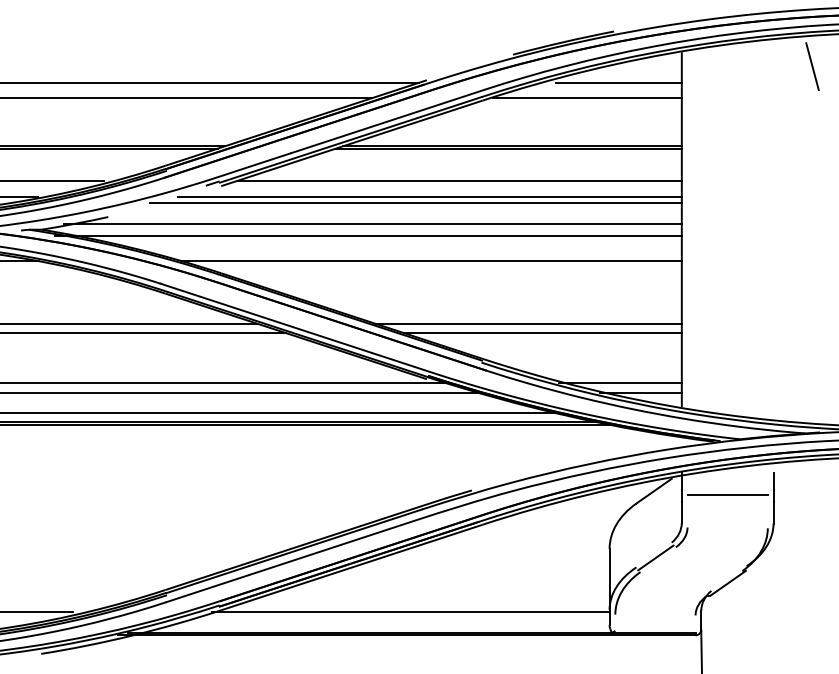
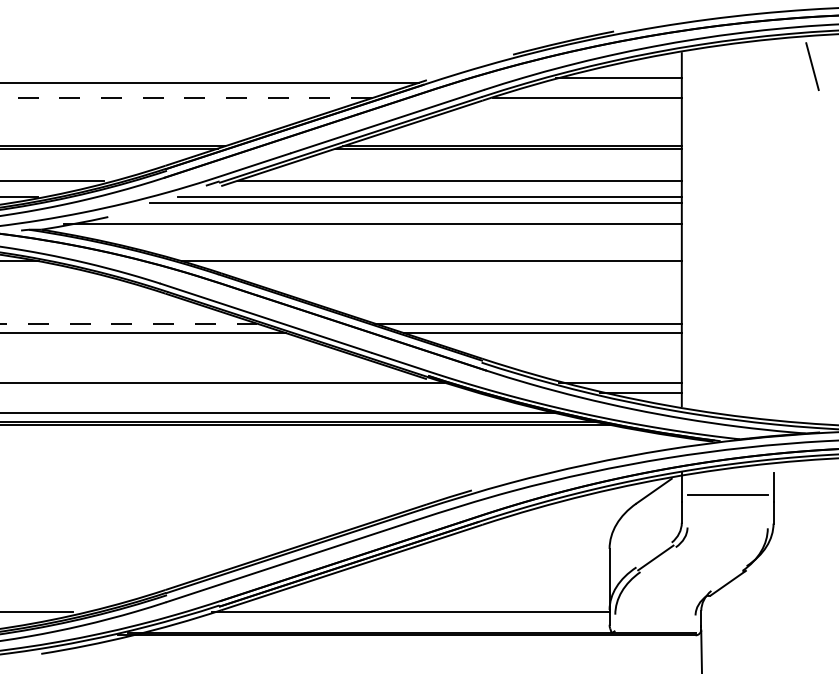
line at (618, 82) position: (618, 82) -> (618, 77)
line at (186, 98): solid -> dashed
line at (368, 236): present -> none
line at (128, 323): solid -> dashed
line at (241, 393): present -> none
